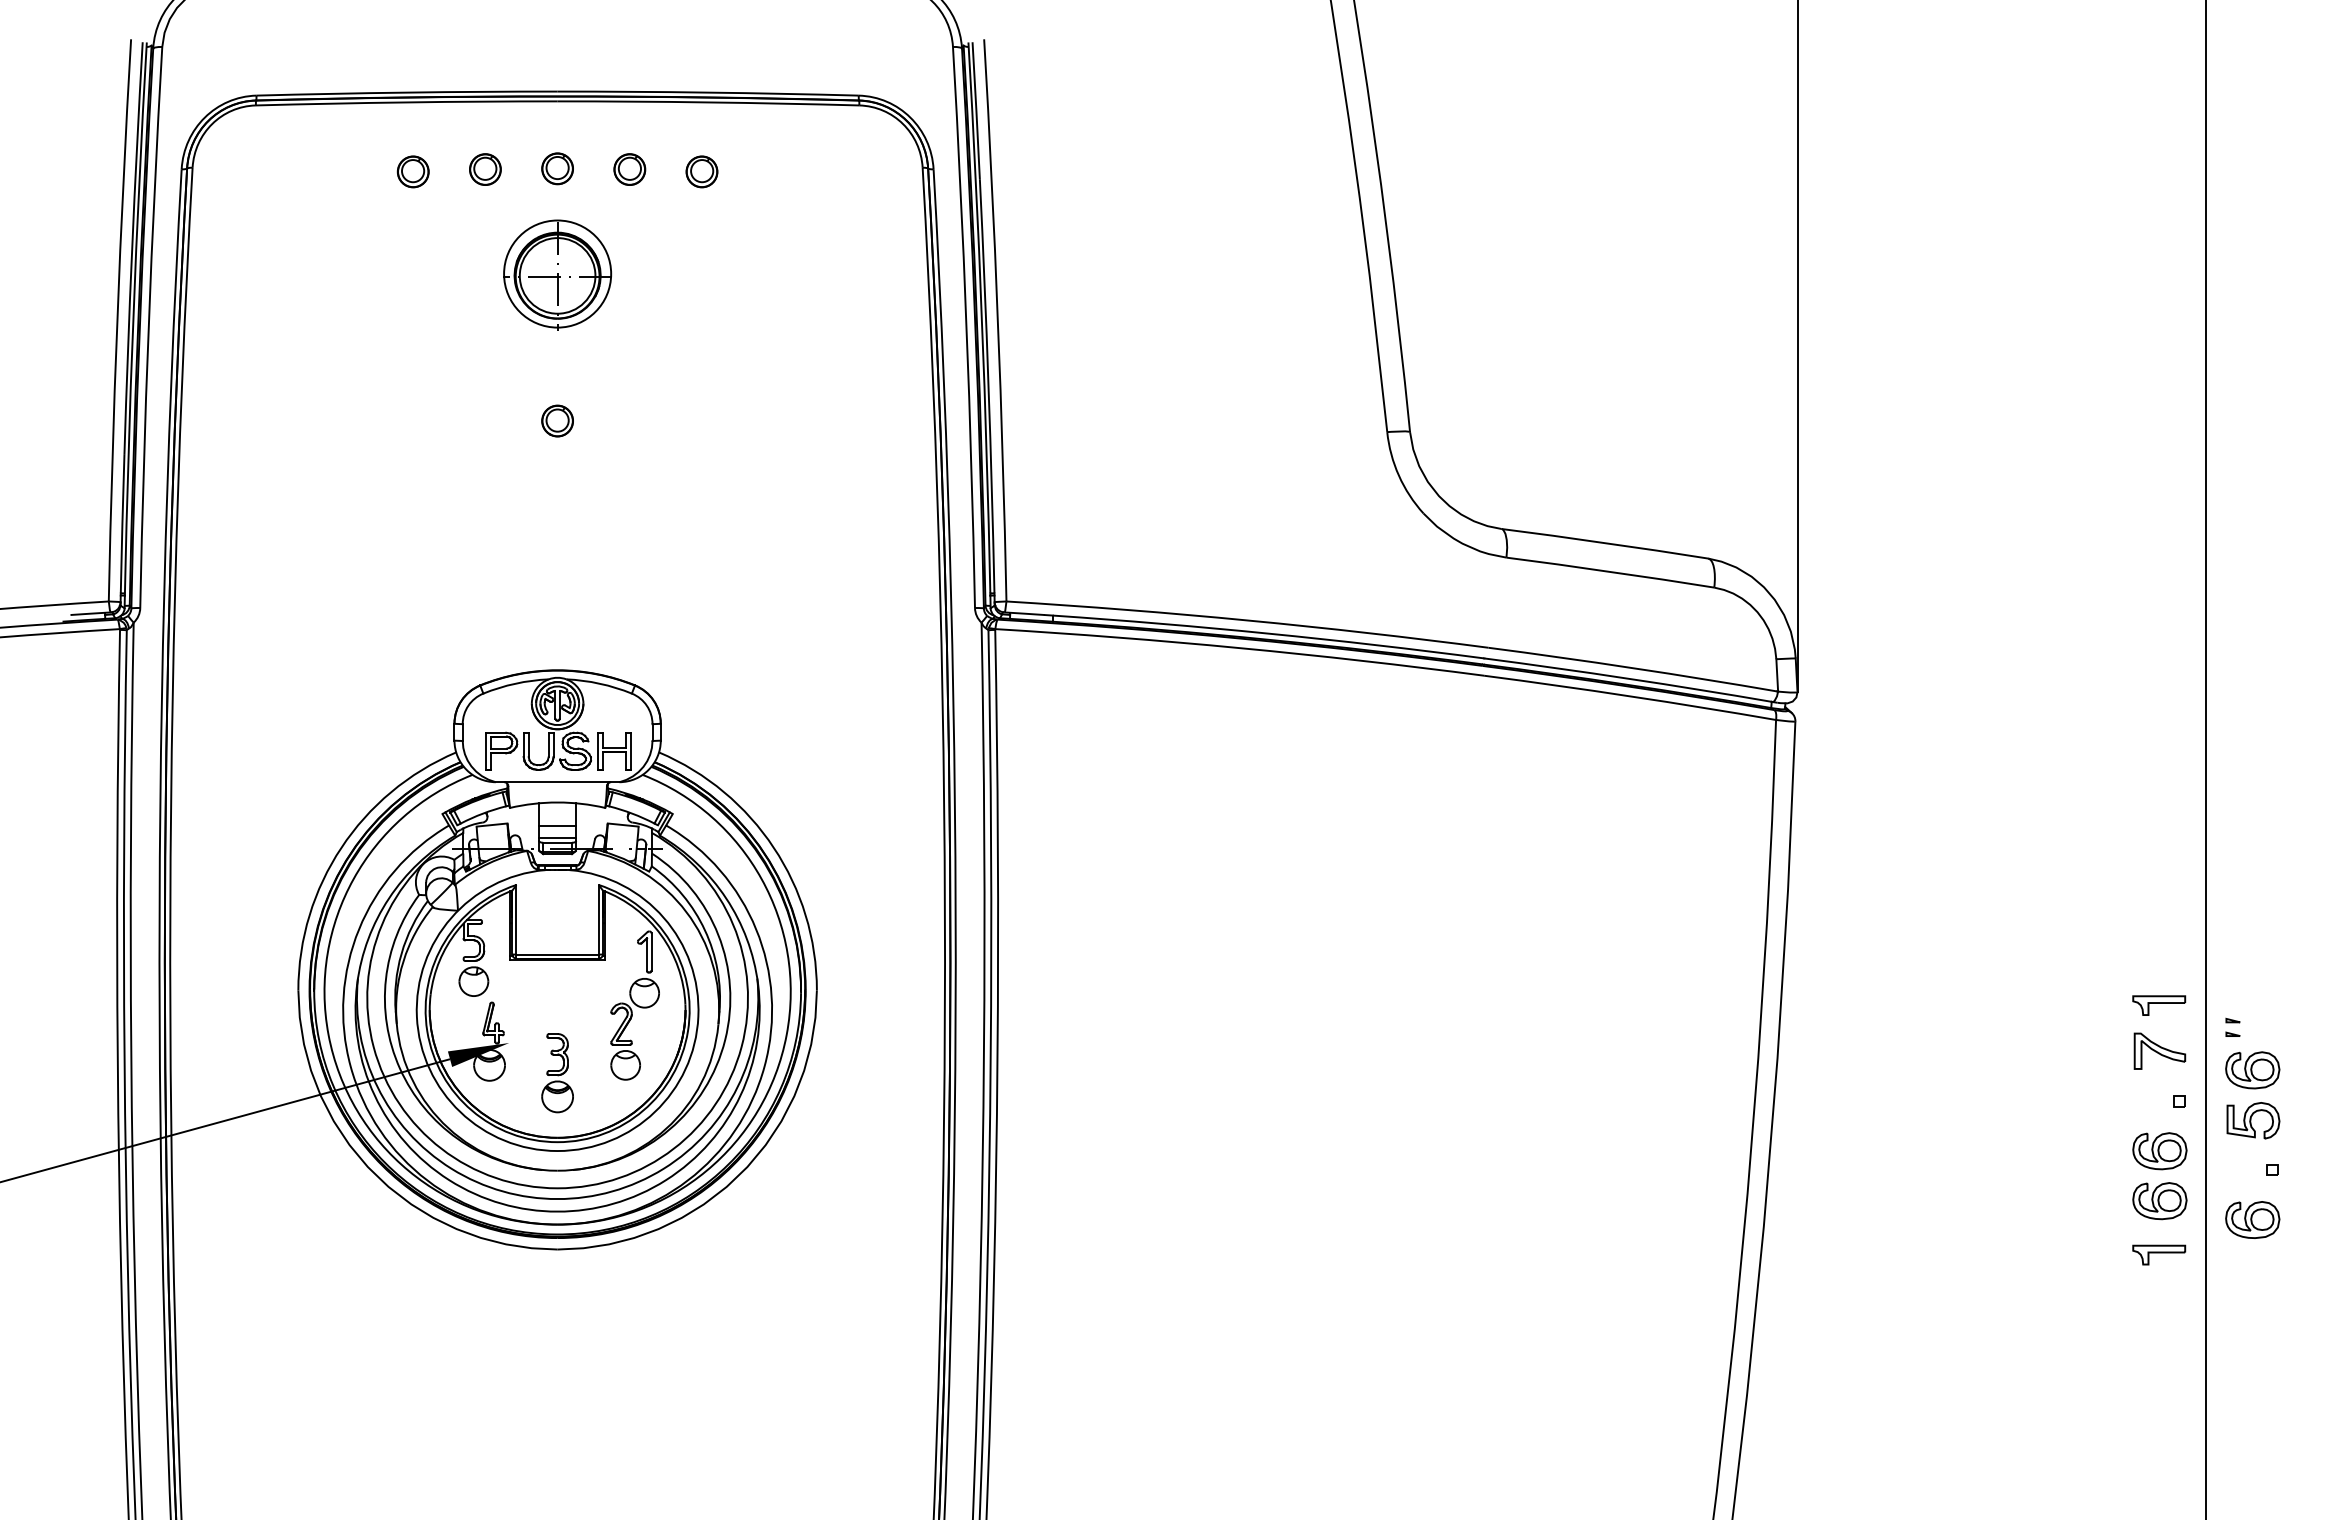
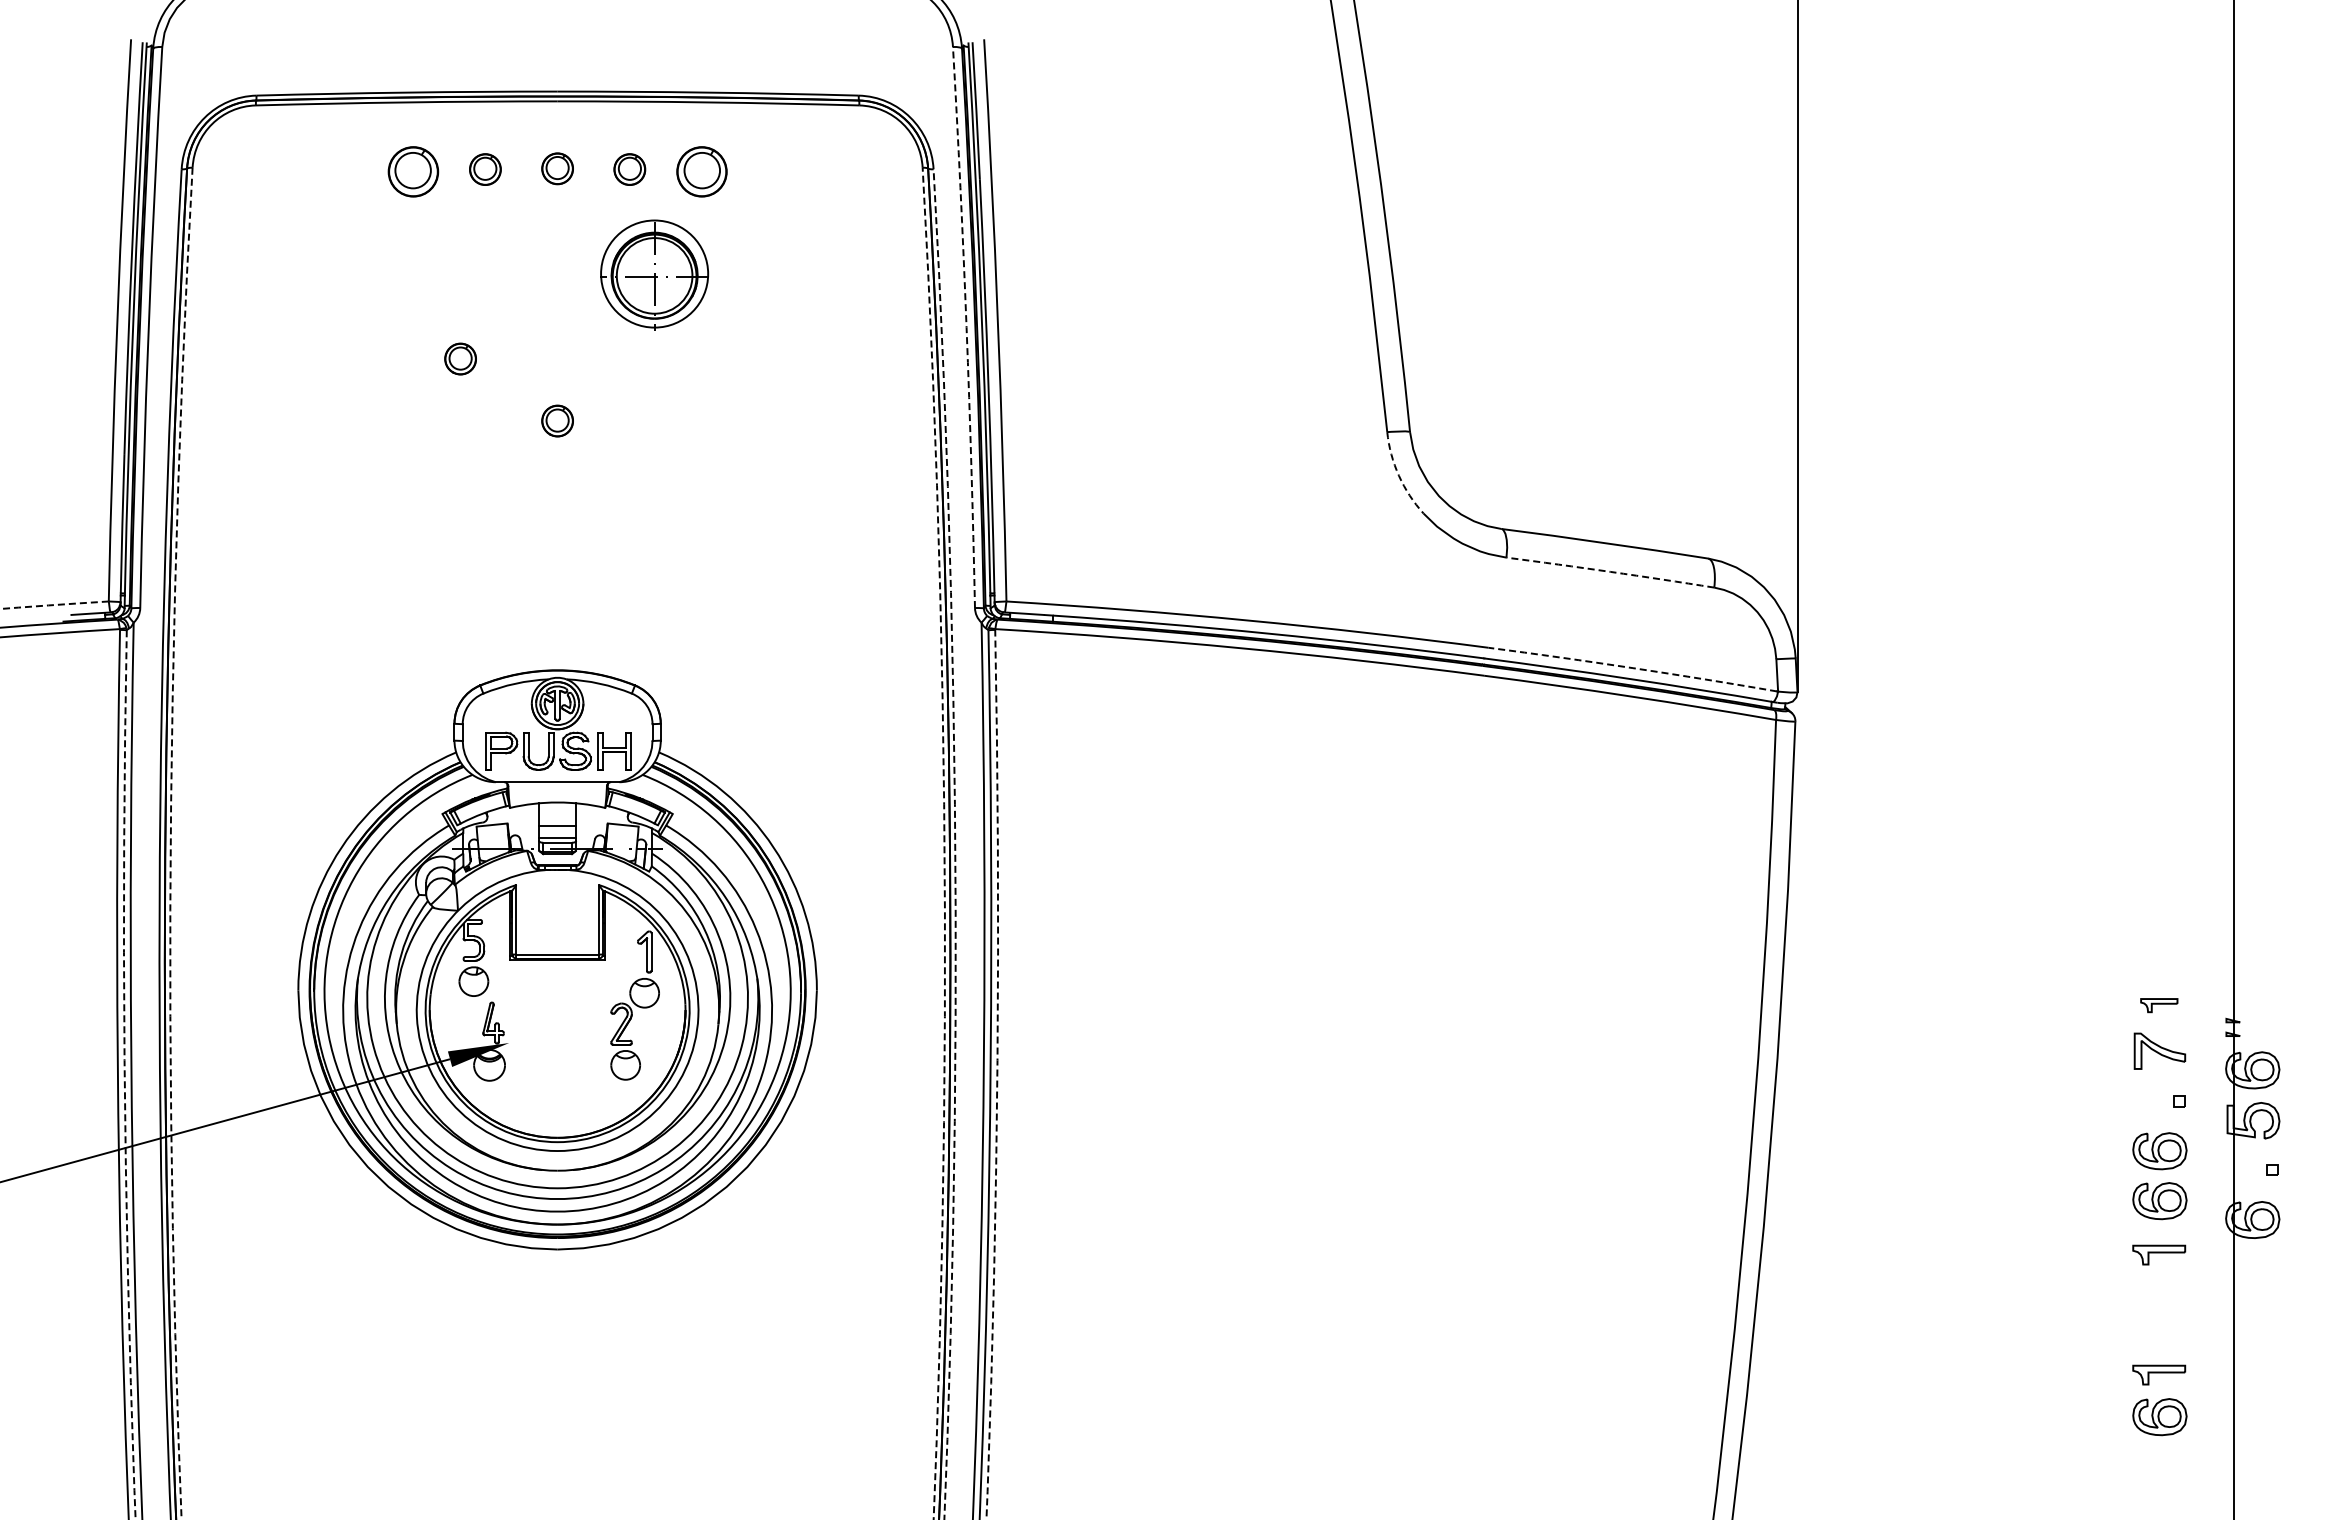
part at (412, 171) size: 34x34 px -> 53x52 px
part at (701, 171) size: 34x34 px -> 52x52 px
part at (557, 274) position: (557, 274) -> (654, 274)
arc at (966, 327): solid -> dashed
part at (460, 358): none -> present
arc at (1398, 475): solid -> dashed
arc at (1610, 571): solid -> dashed
arc at (54, 605): solid -> dashed
arc at (1632, 668): solid -> dashed
line at (2205, 759) position: (2205, 759) -> (2233, 759)
arc at (170, 843): solid -> dashed
arc at (944, 843): solid -> dashed
arc at (955, 844): solid -> dashed
part at (2159, 1005) size: 55x21 px -> 39x16 px
part at (557, 1073): present -> none
arc at (997, 1074): solid -> dashed
arc at (124, 1075): solid -> dashed
part at (2159, 1374): none -> present
part at (2159, 1417): none -> present
